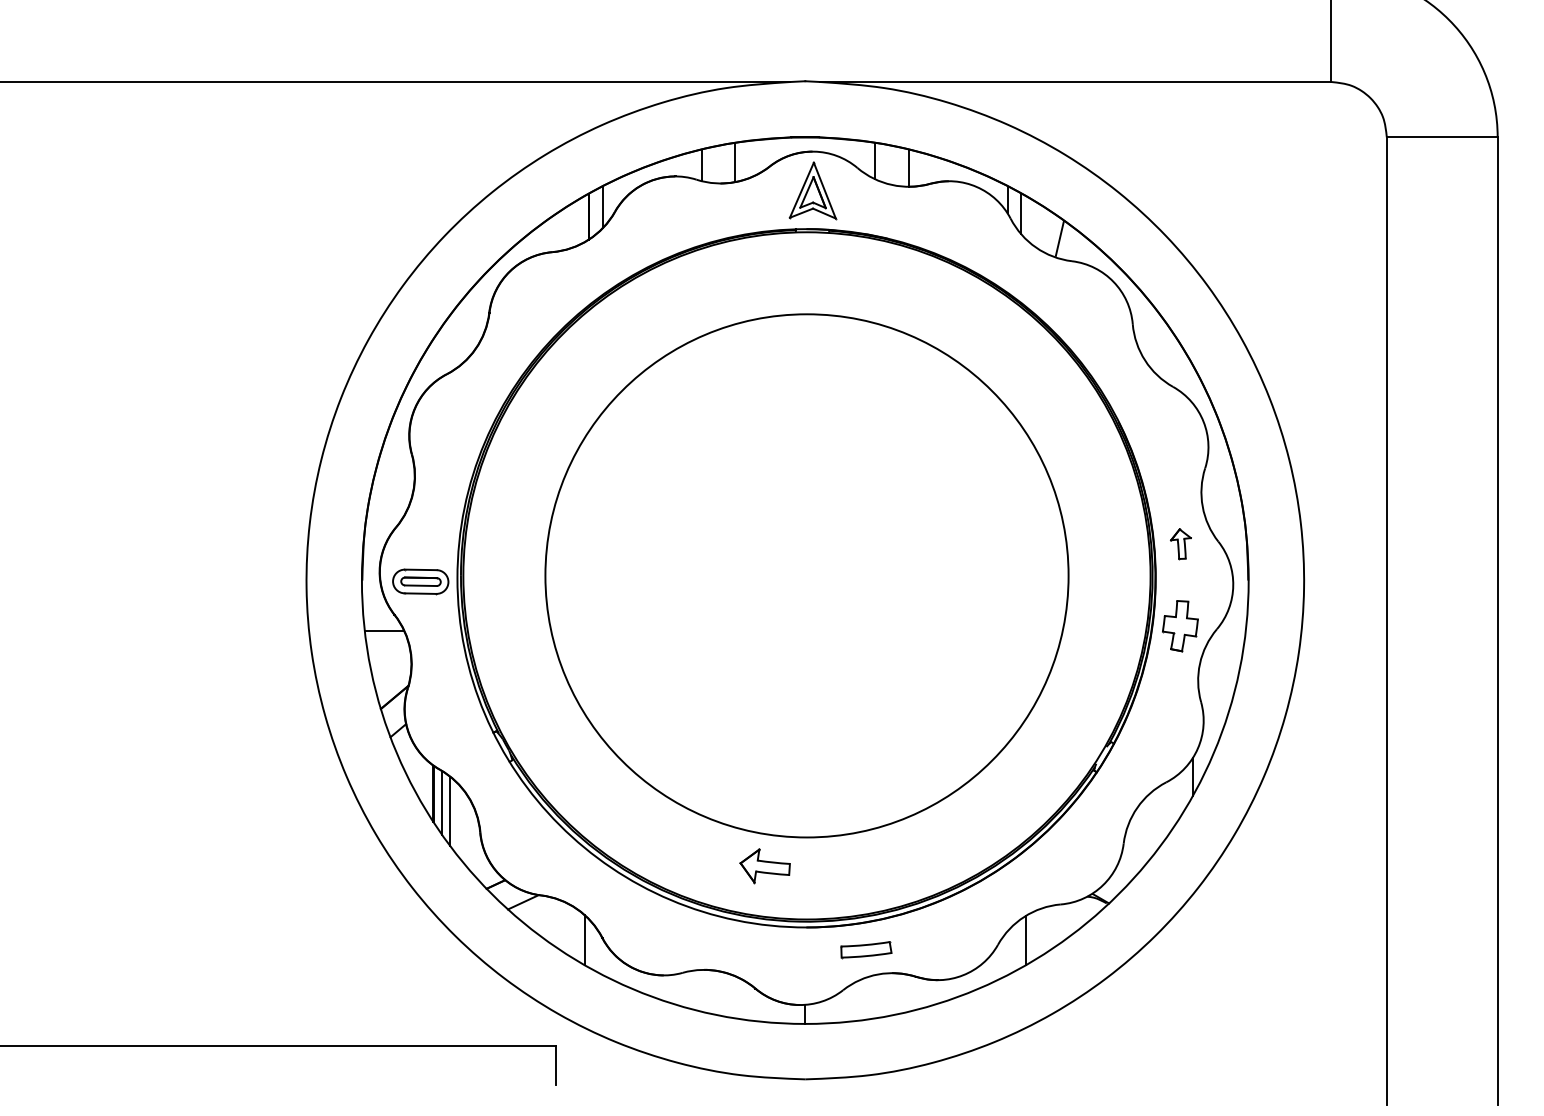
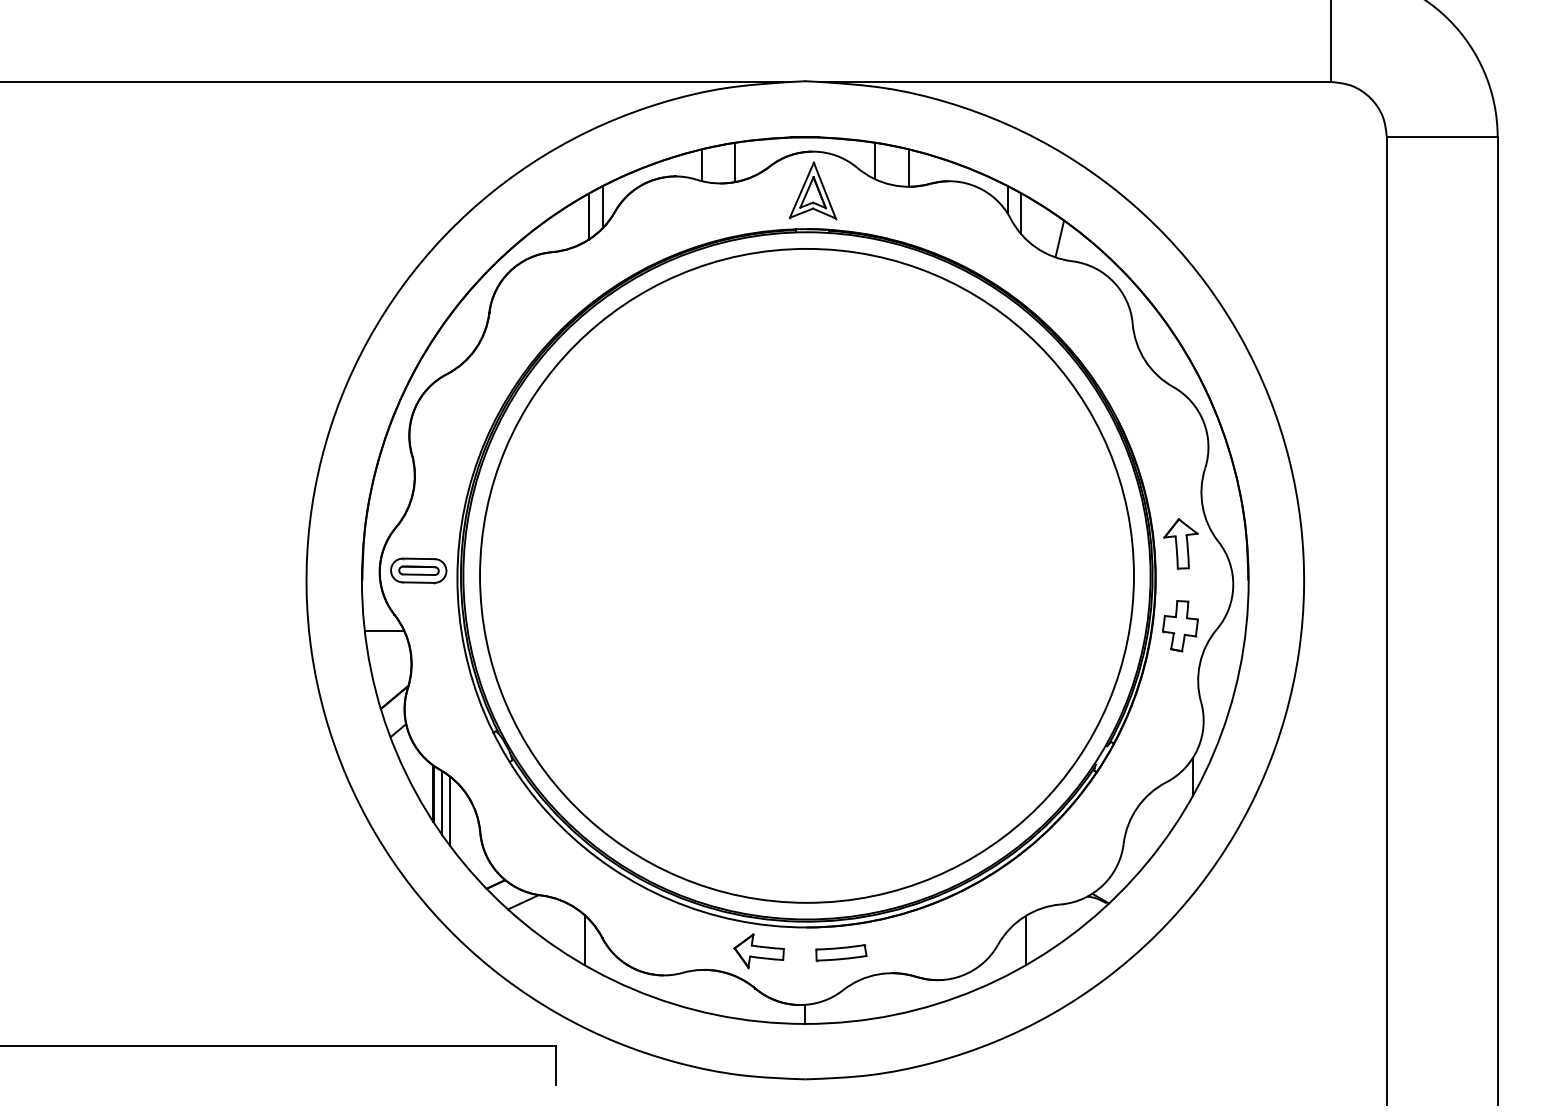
part at (1180, 544) size: 22x33 px -> 36x53 px
circle at (806, 575) diameter: 523 px -> 654 px
part at (420, 581) position: (420, 581) -> (418, 570)
part at (764, 866) position: (764, 866) -> (758, 951)
part at (866, 950) position: (866, 950) -> (841, 953)
